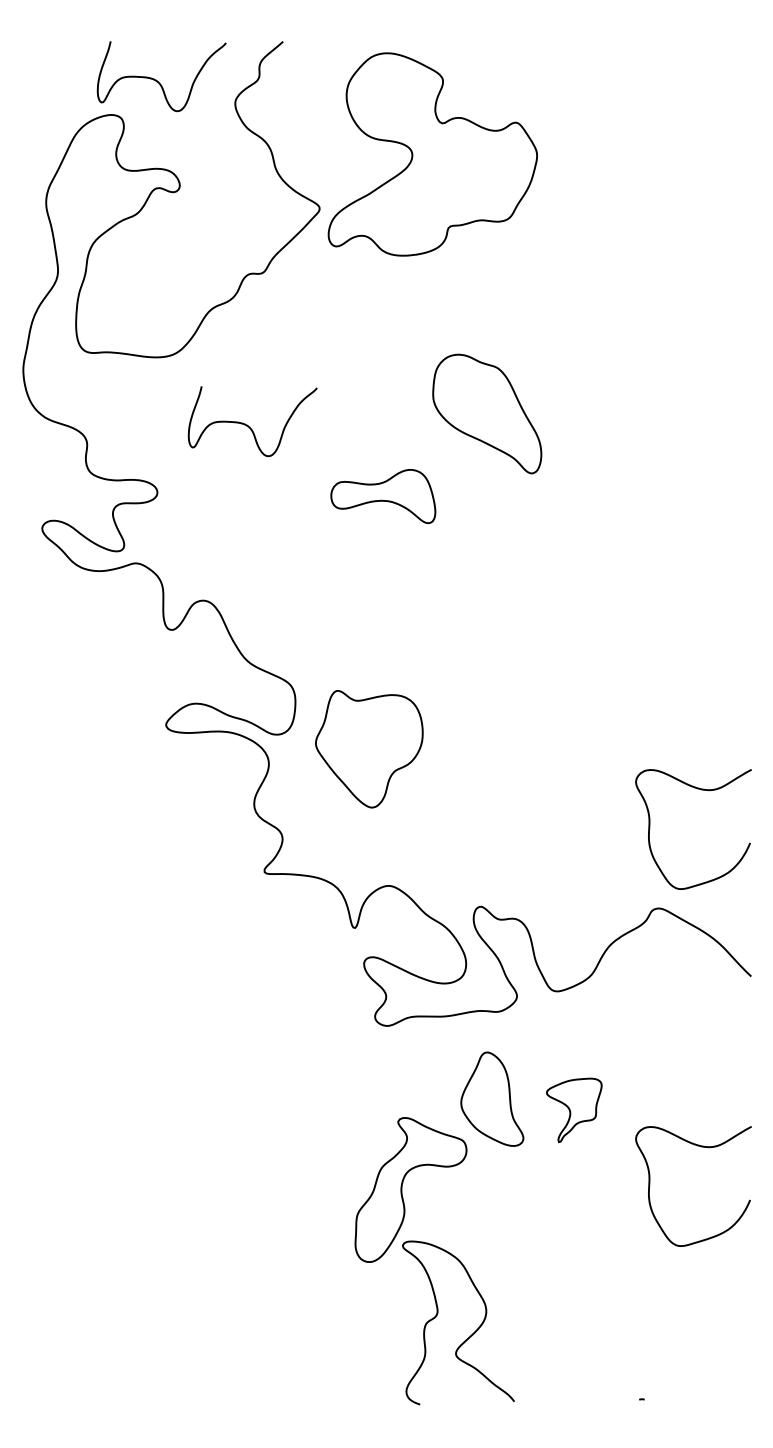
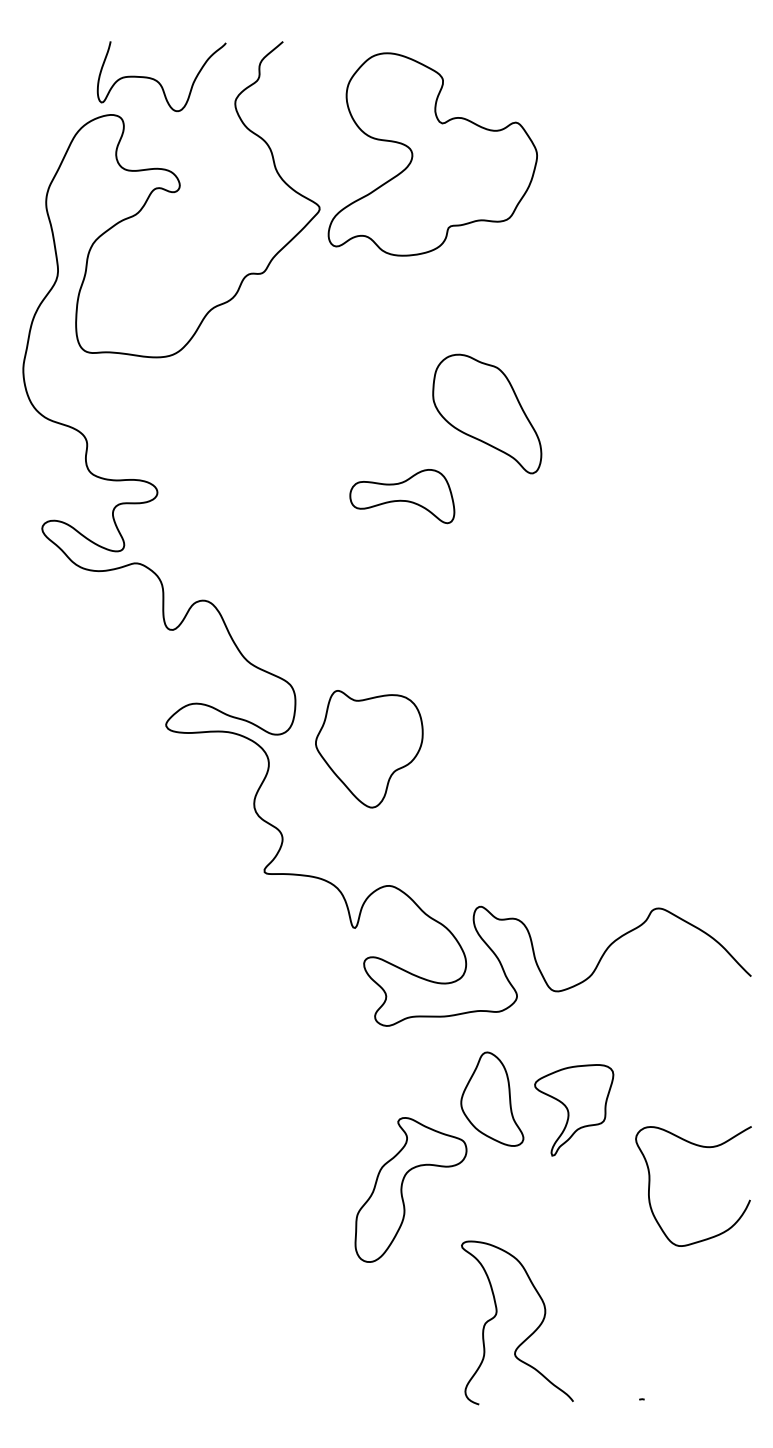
curve at (248, 425): present -> none
part at (383, 496) position: (383, 496) -> (402, 496)
curve at (701, 790): present -> none
part at (574, 1110) size: 57x67 px -> 81x93 px
curve at (471, 1334) position: (471, 1334) -> (530, 1334)
